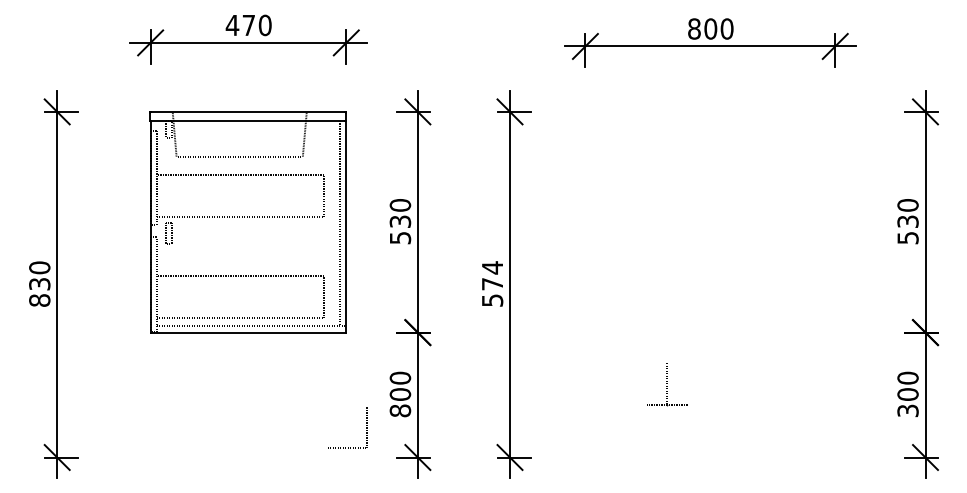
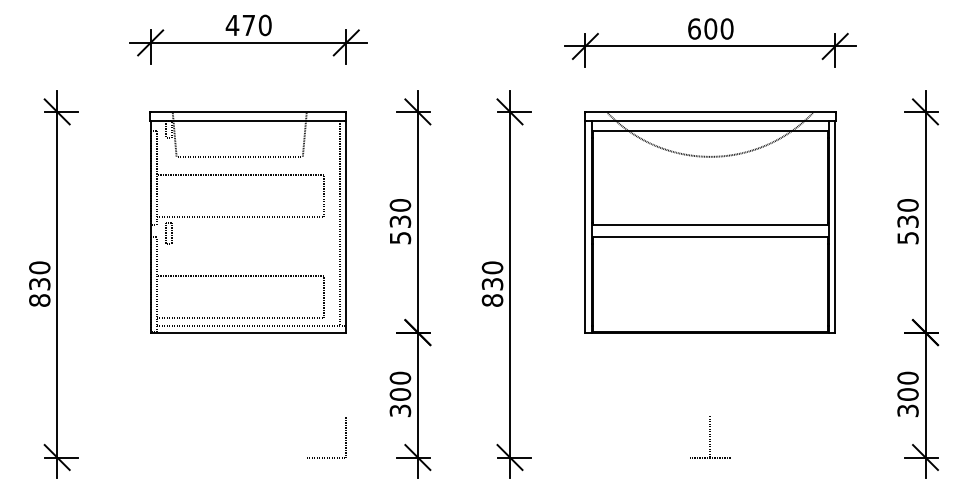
text at (694, 28): 800 -> 600
part at (710, 222): none -> present
text at (492, 283): 574 -> 830
part at (667, 384) position: (667, 384) -> (710, 437)
text at (400, 410): 800 -> 300
part at (366, 427) position: (366, 427) -> (345, 437)
